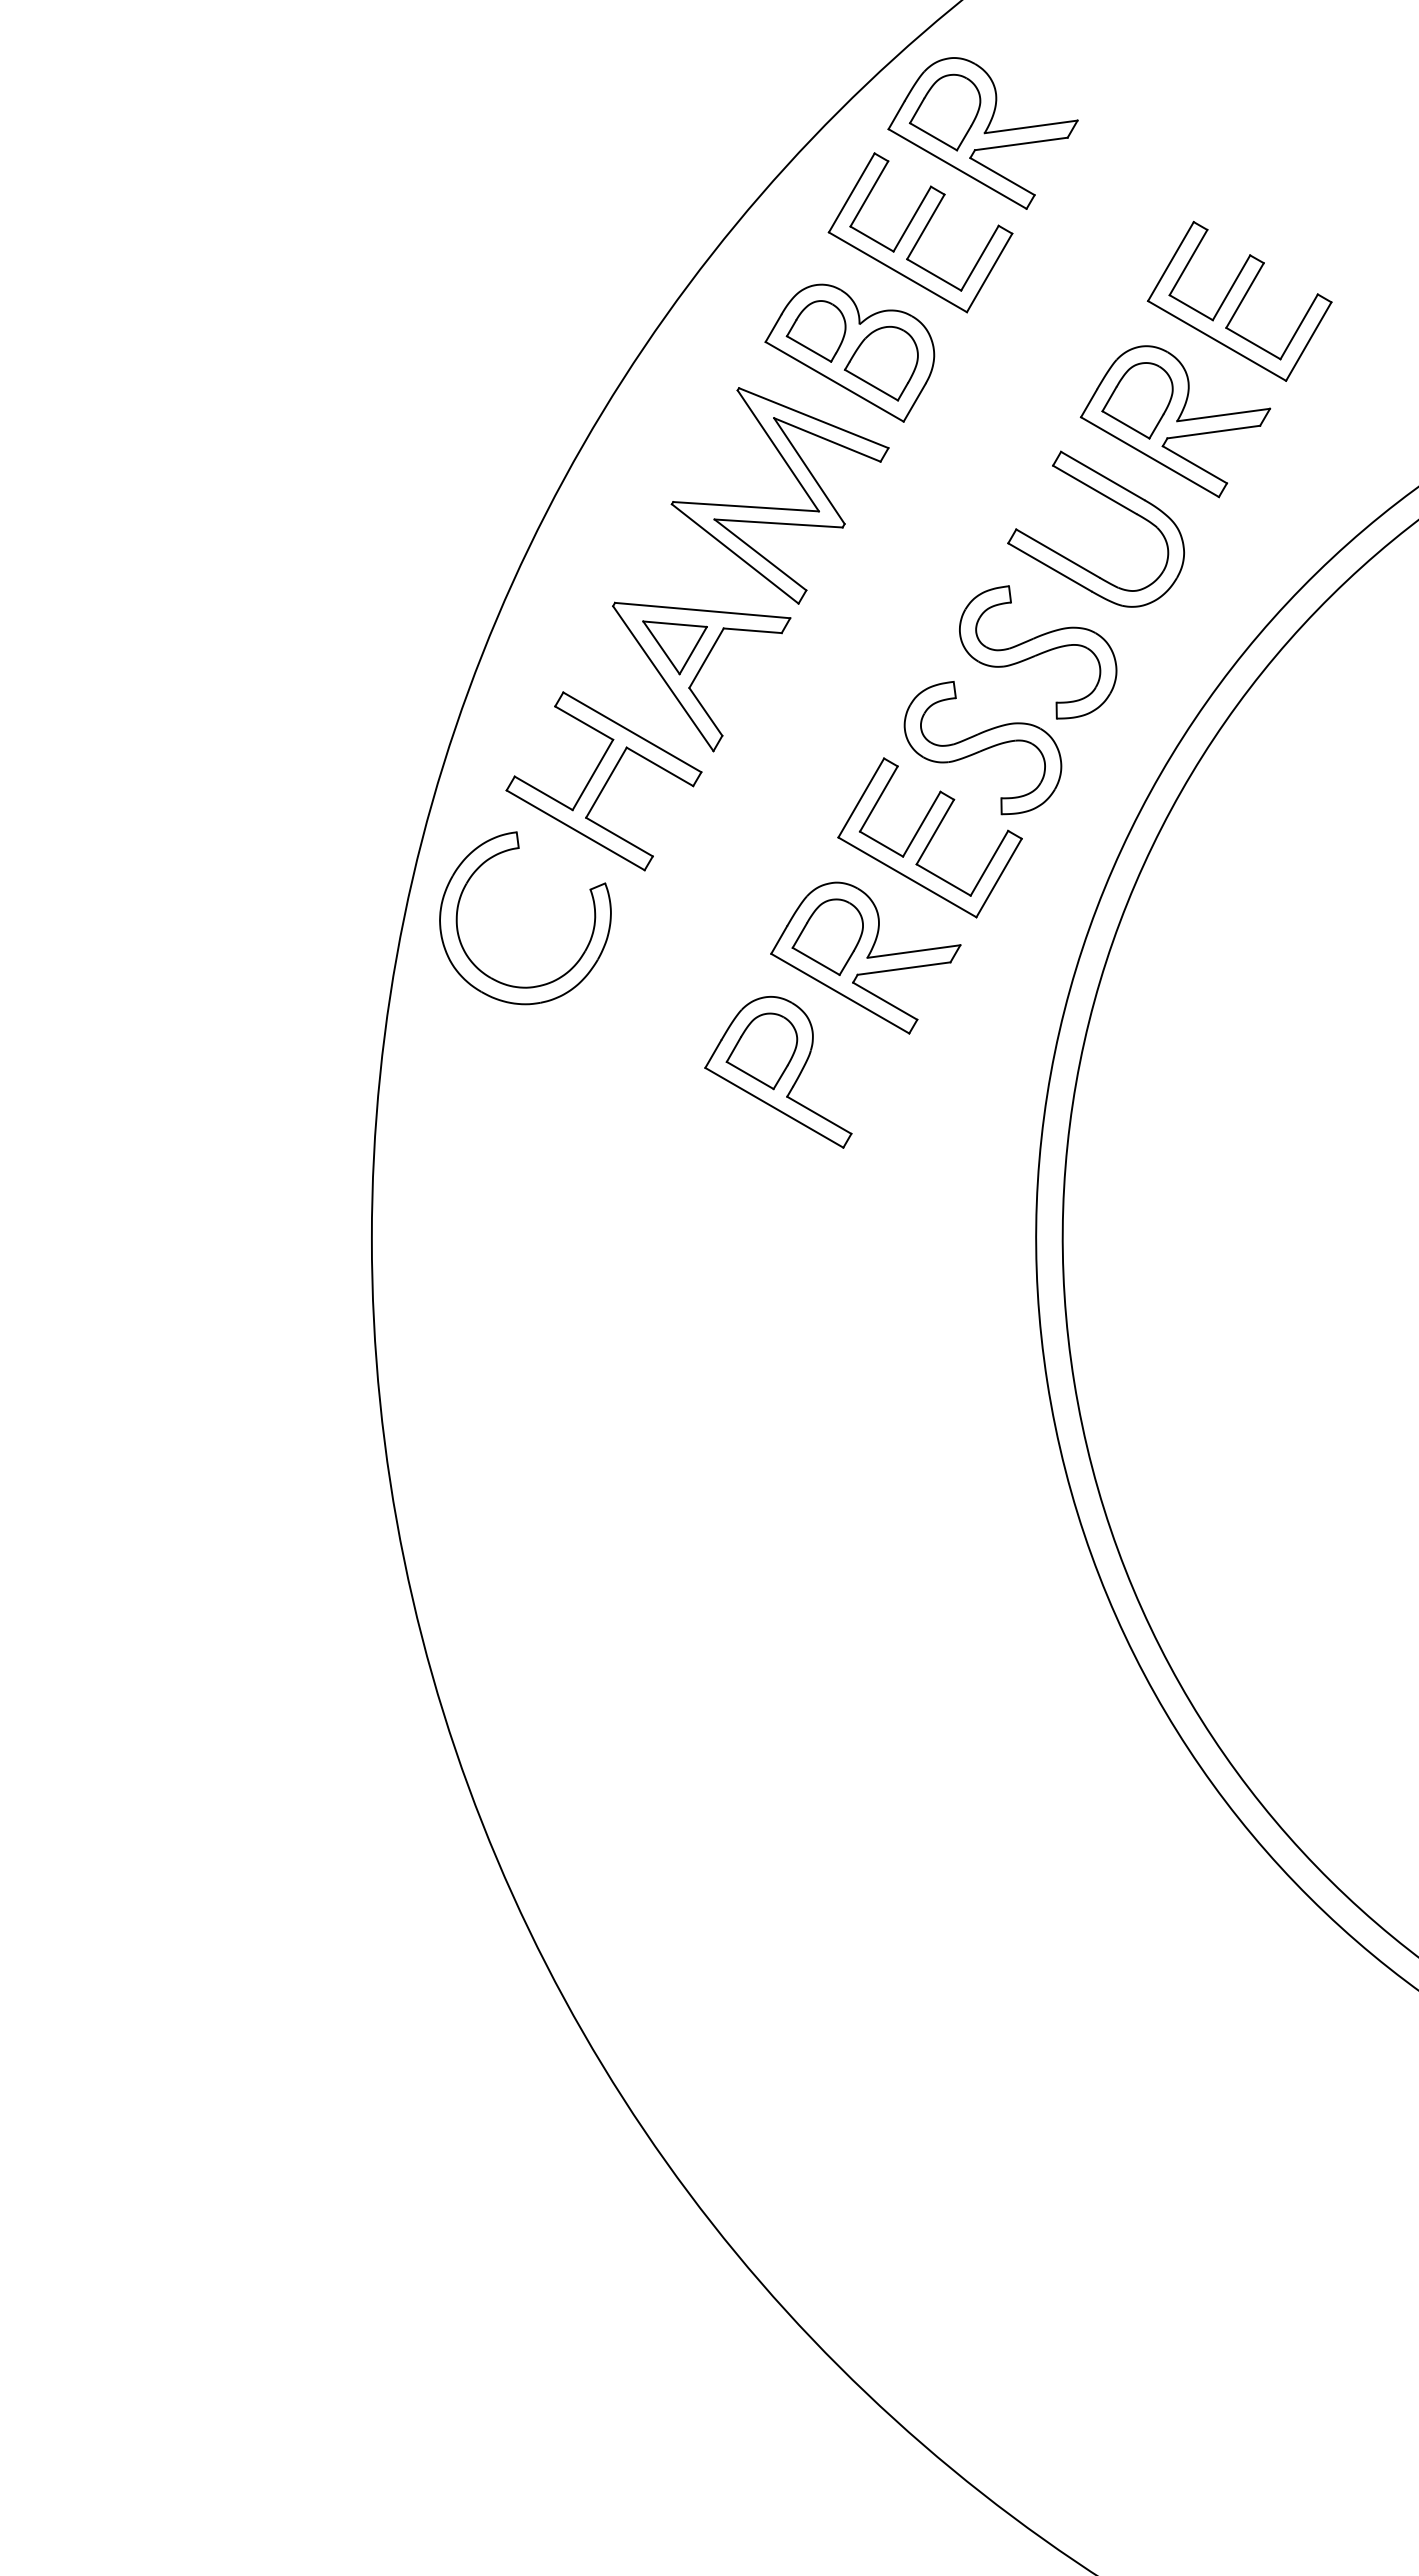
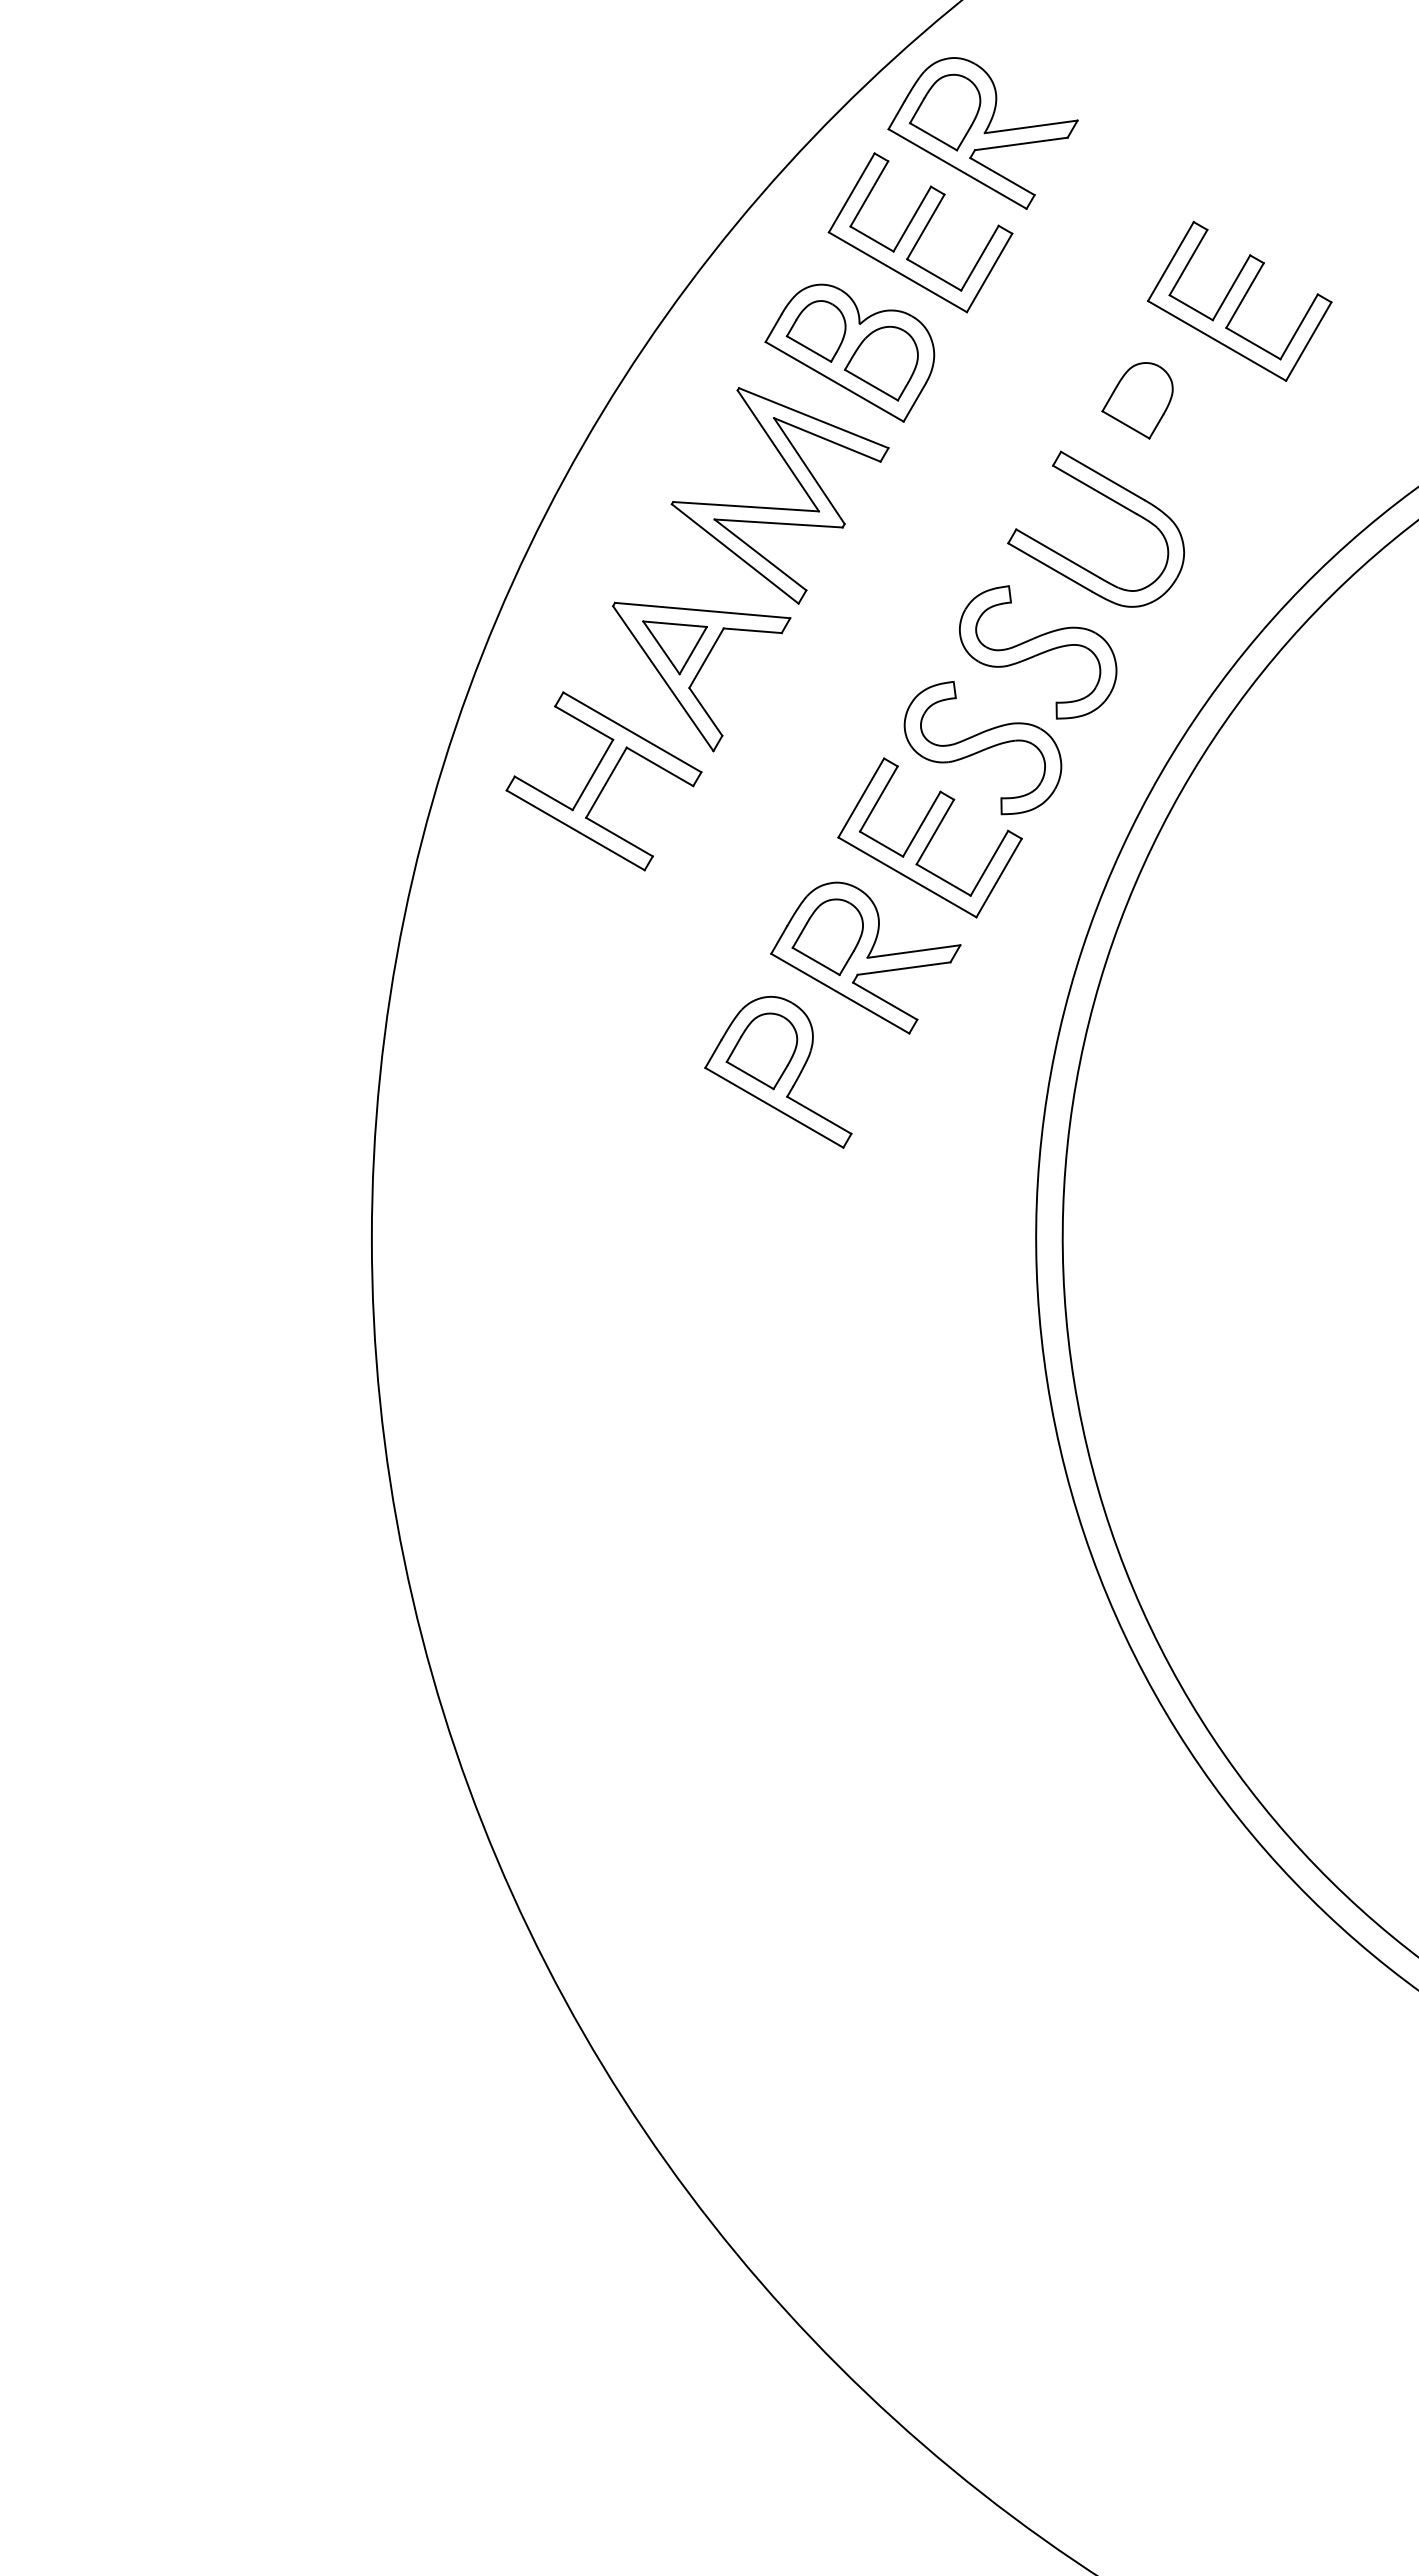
part at (1175, 421): present -> none
part at (577, 960): present -> none
